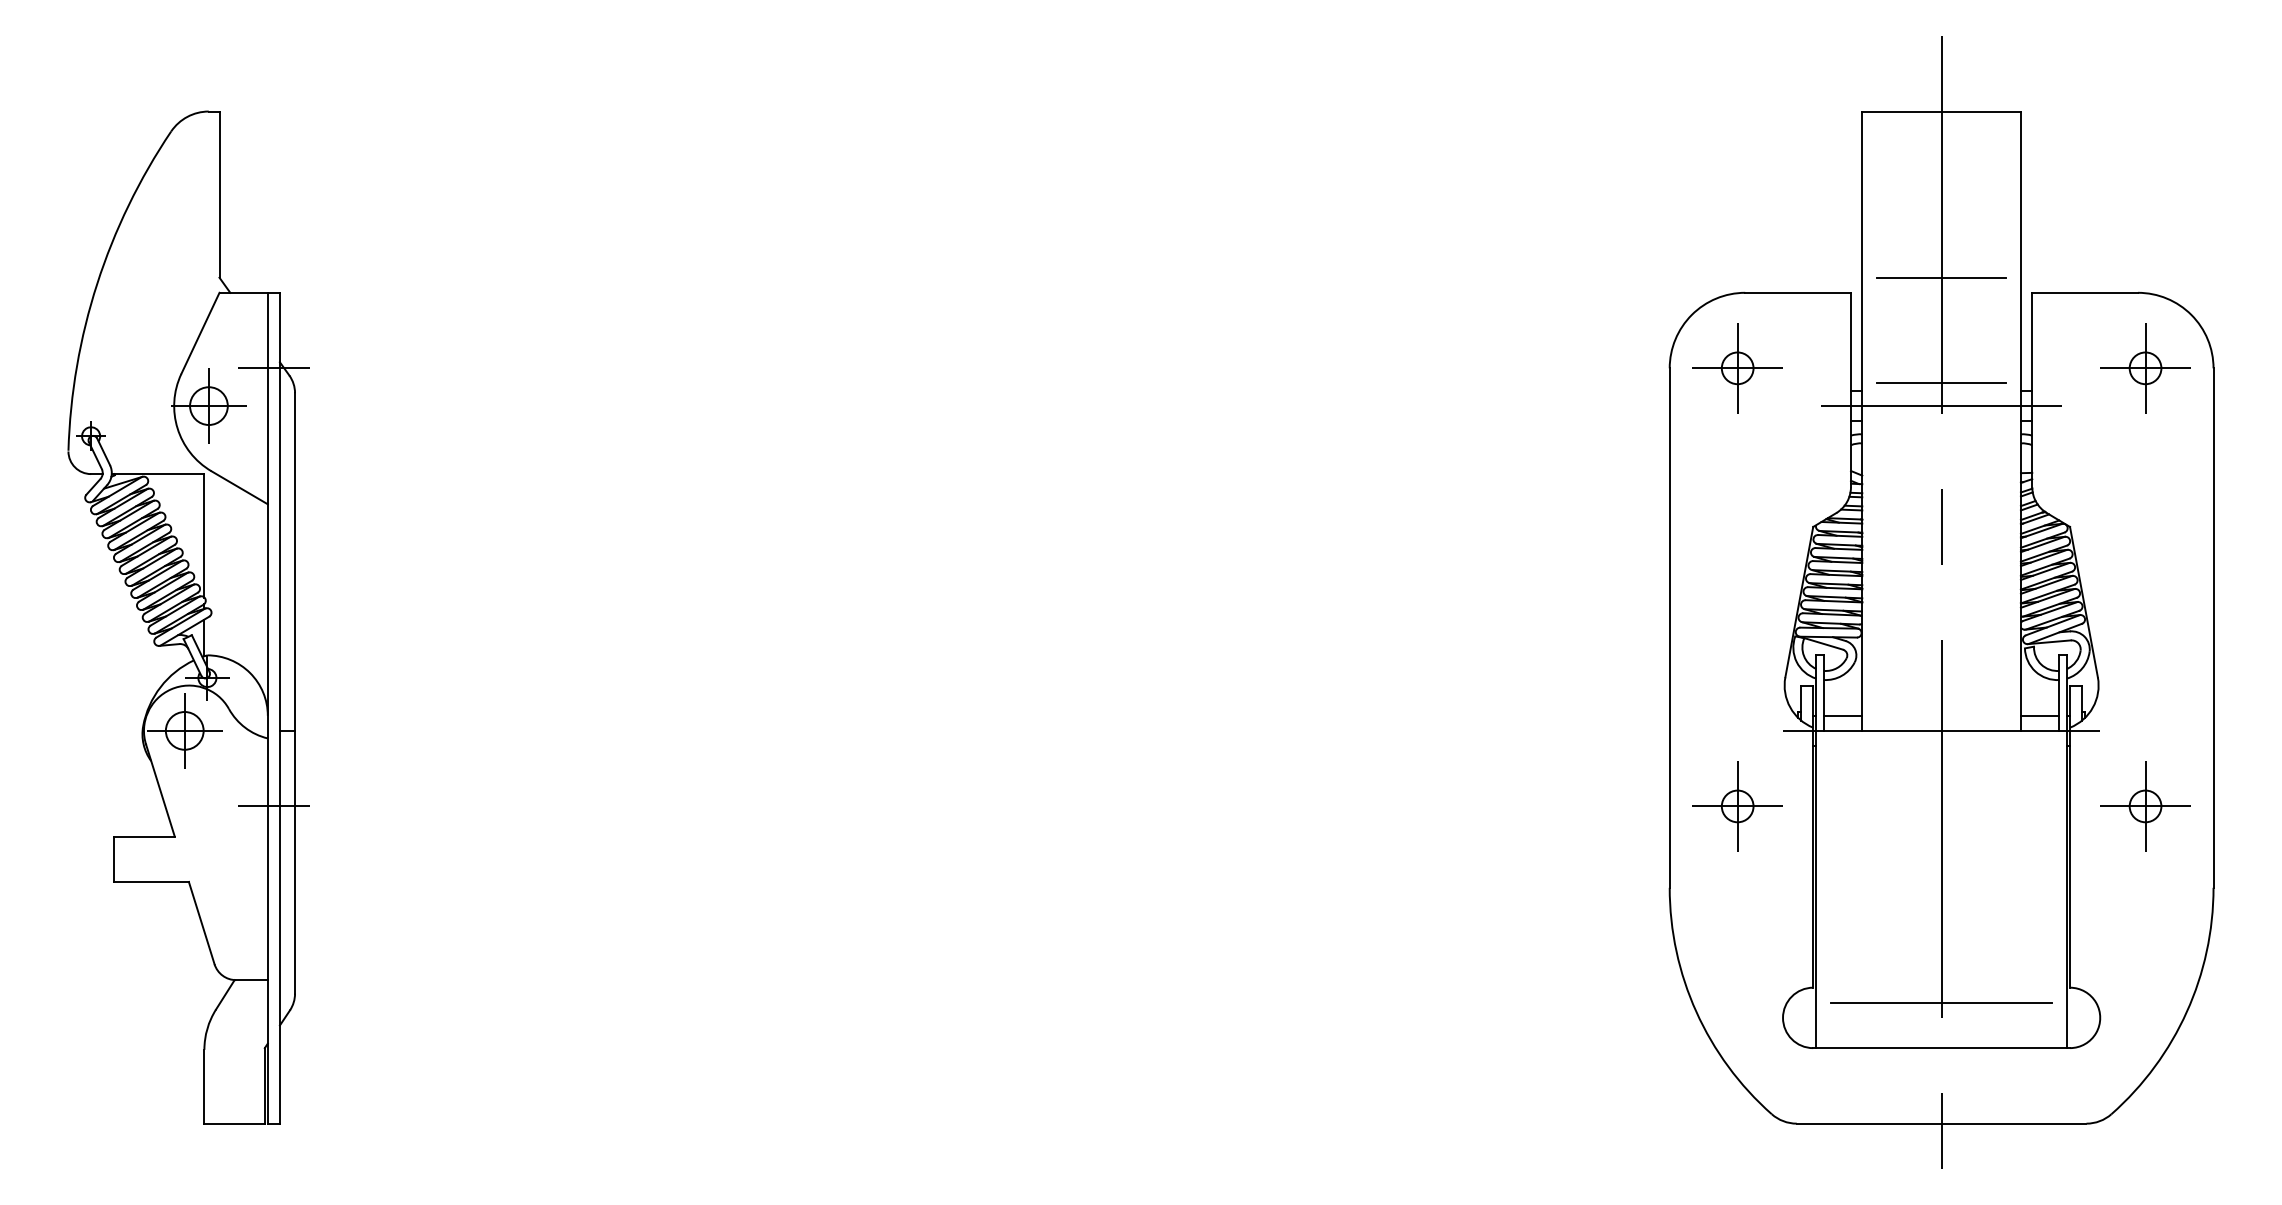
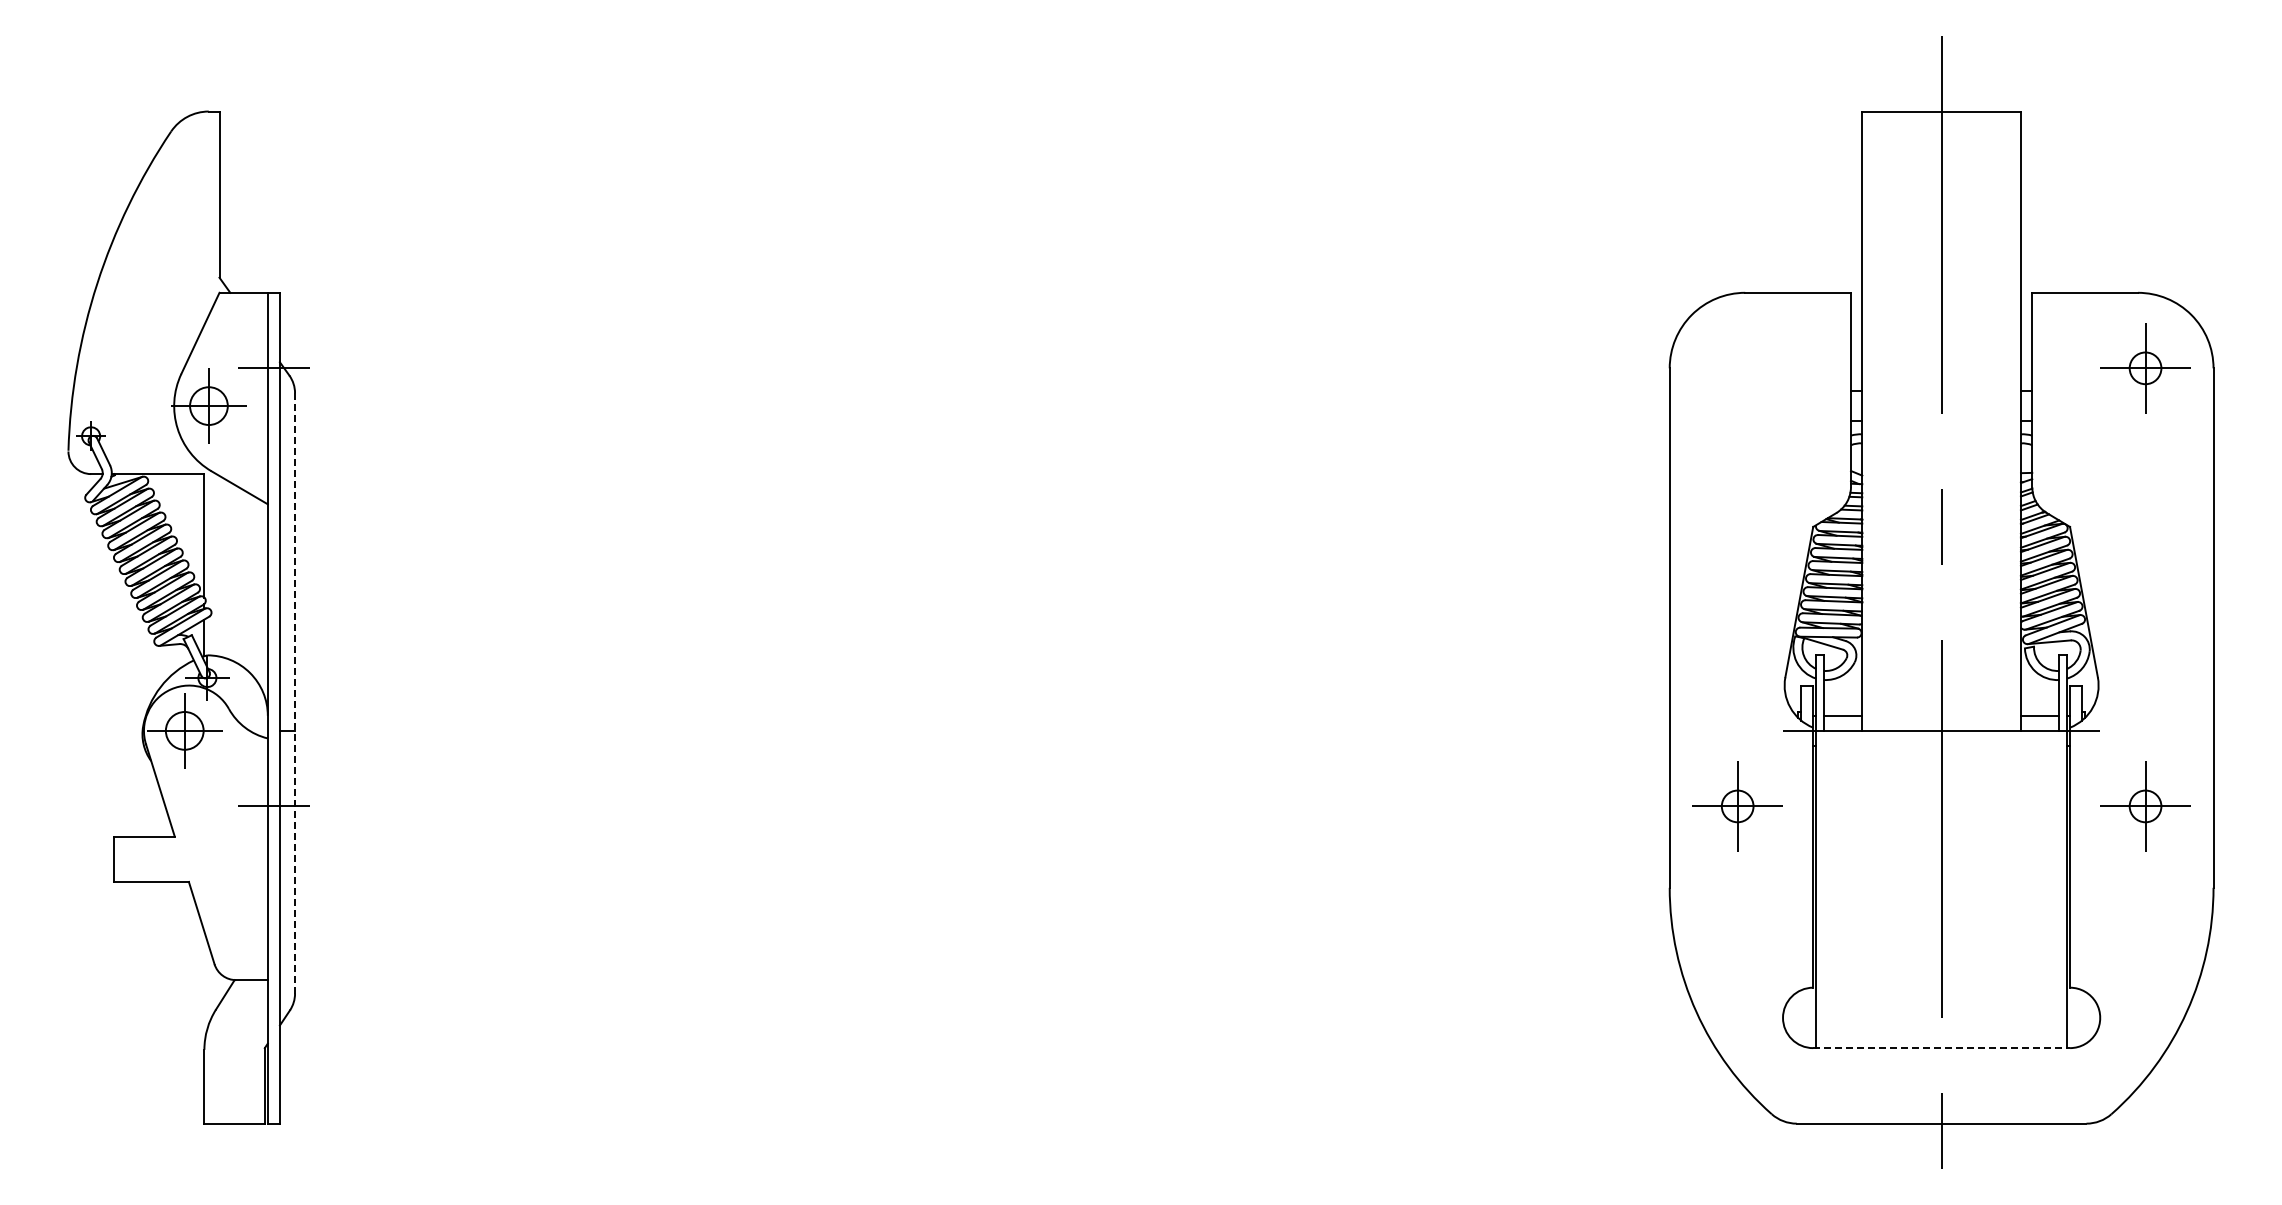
line at (1941, 277): present -> none
part at (1737, 368): present -> none
line at (1941, 383): present -> none
line at (1941, 406): present -> none
line at (295, 693): solid -> dashed
line at (1941, 1002): present -> none
line at (1942, 1048): solid -> dashed
